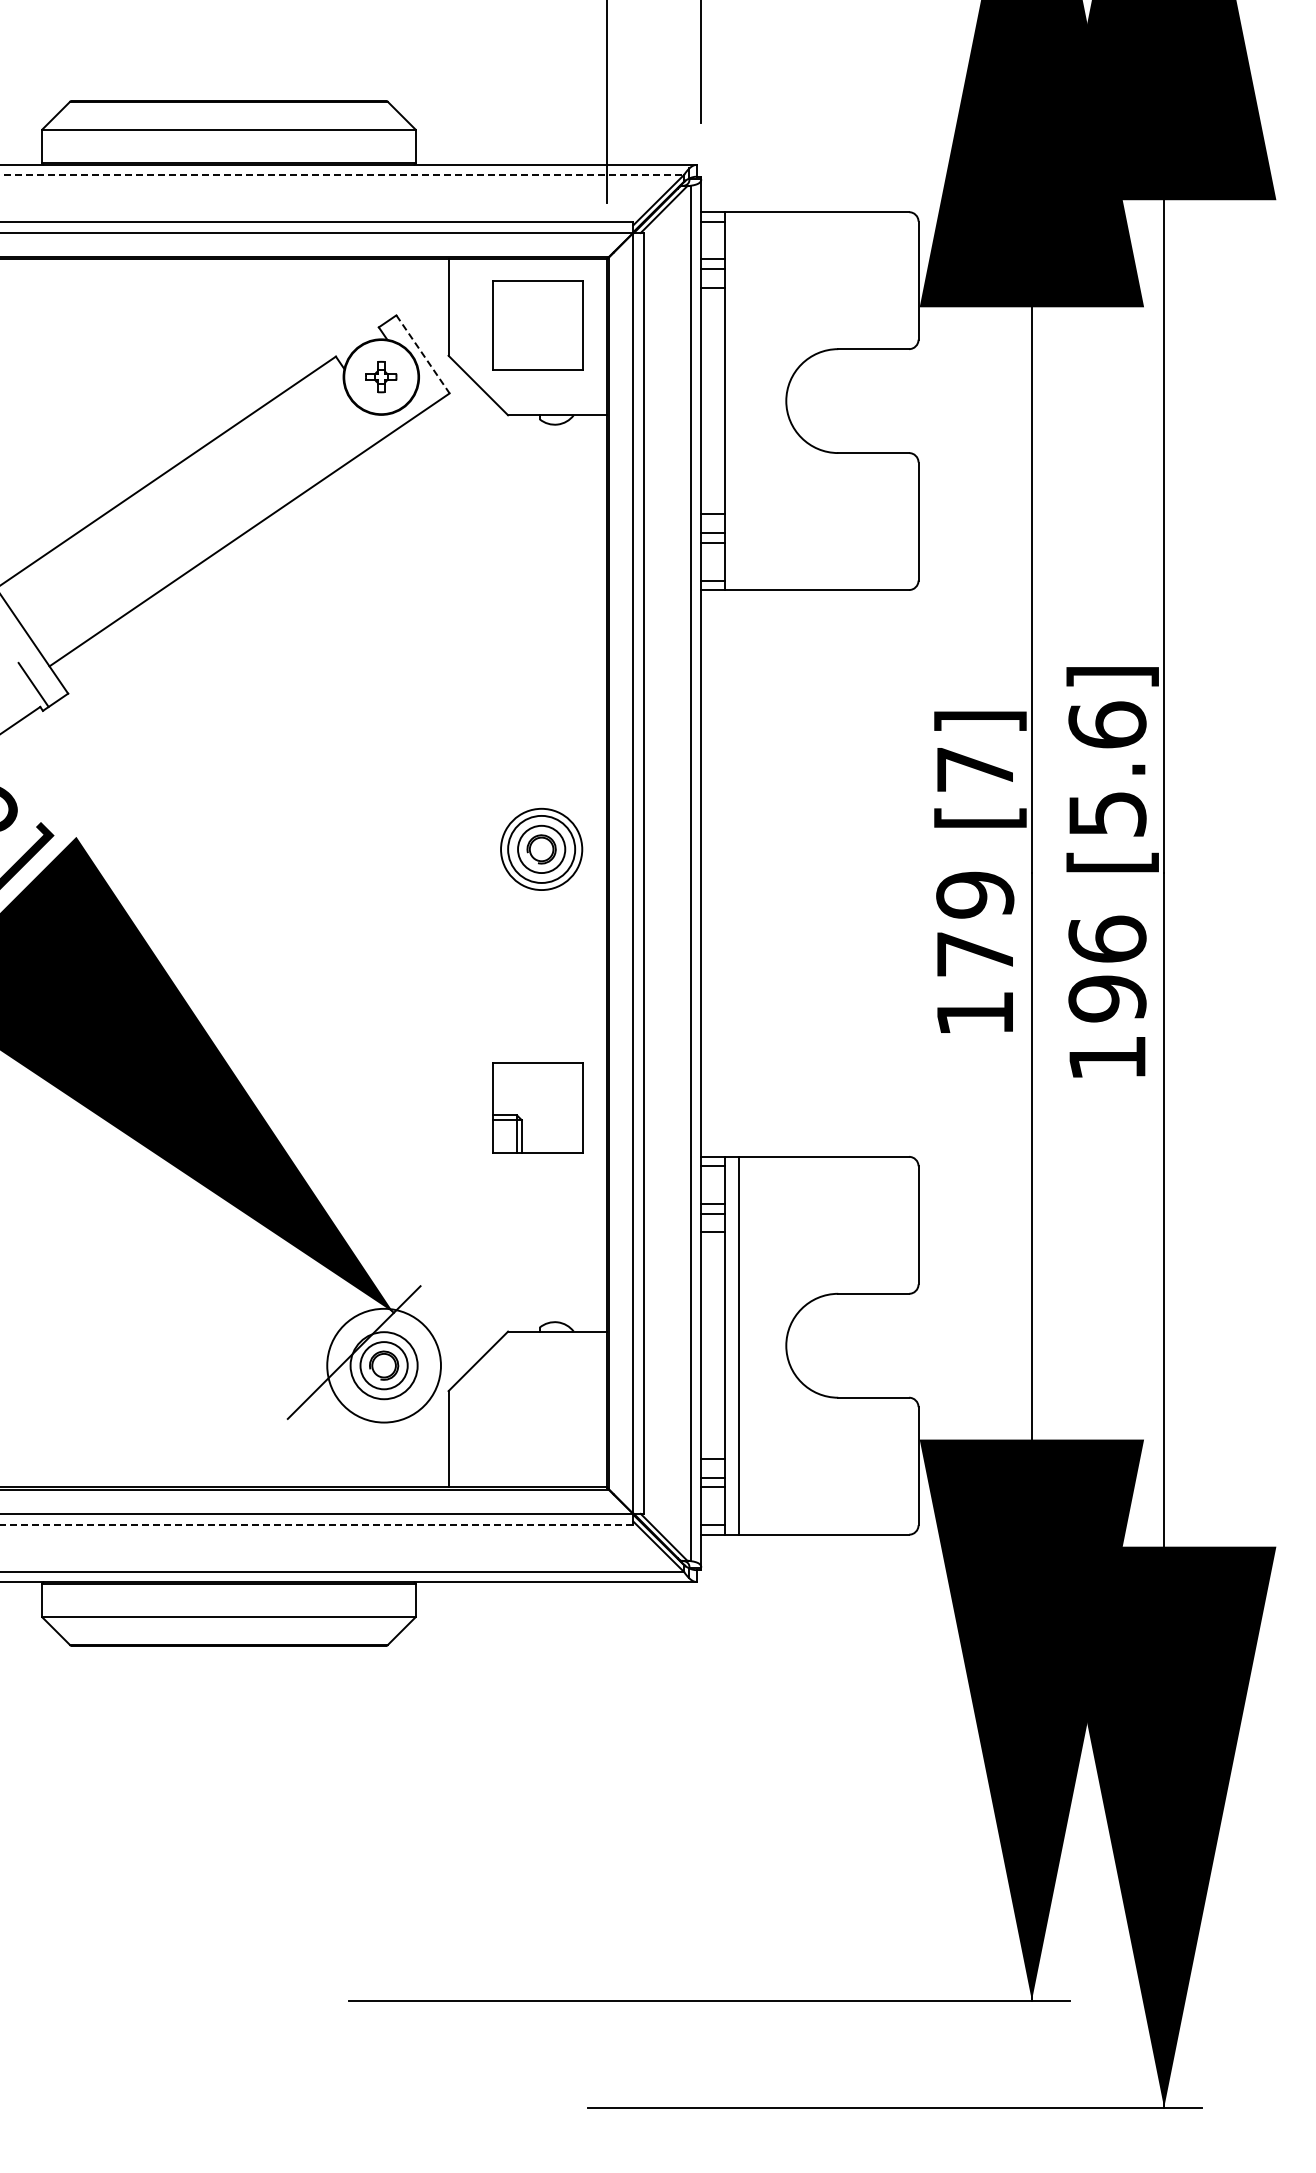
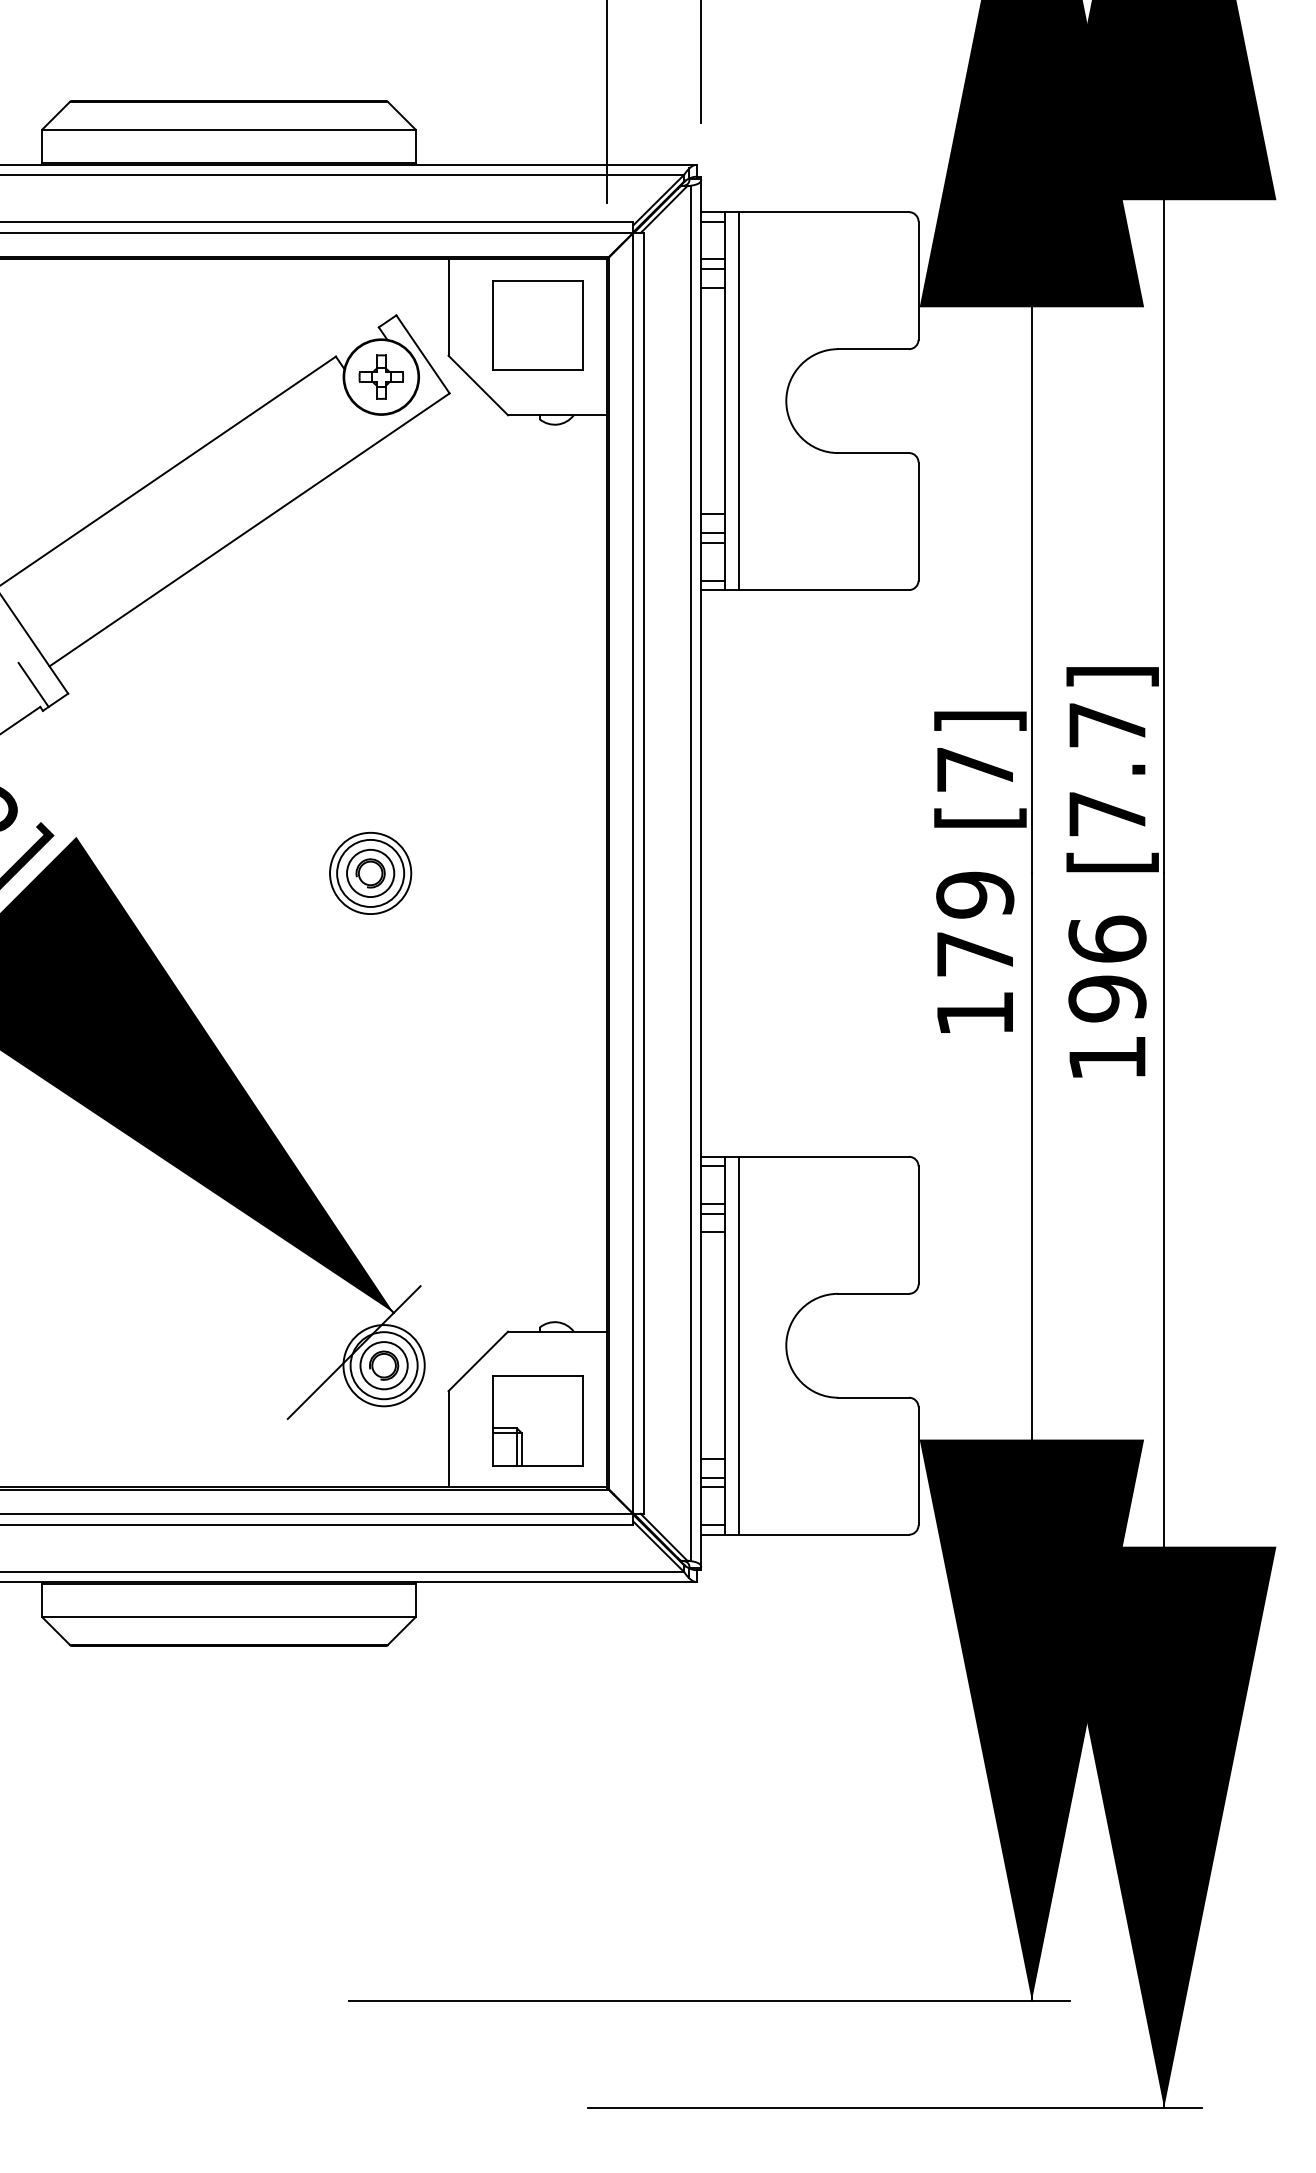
line at (342, 174): dashed -> solid
line at (423, 354): dashed -> solid
part at (381, 377) size: 33x33 px -> 46x46 px
line at (739, 401): none -> present
text at (1107, 768): [5.6] -> [7.7]
part at (541, 848) position: (541, 848) -> (370, 872)
part at (537, 1107) position: (537, 1107) -> (537, 1420)
circle at (383, 1365) diameter: 114 px -> 81 px
line at (316, 1524): dashed -> solid
